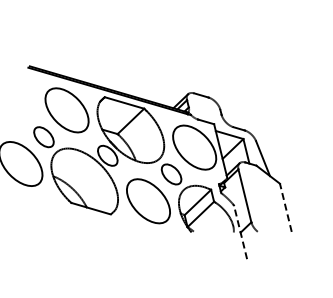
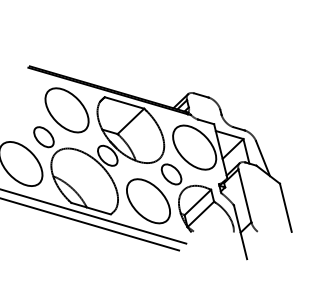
line at (285, 207): dashed -> solid
line at (94, 216): none -> present
line at (90, 224): none -> present
line at (240, 232): dashed -> solid
